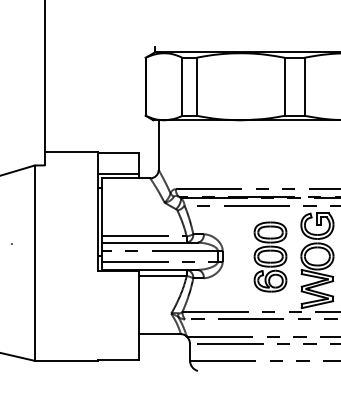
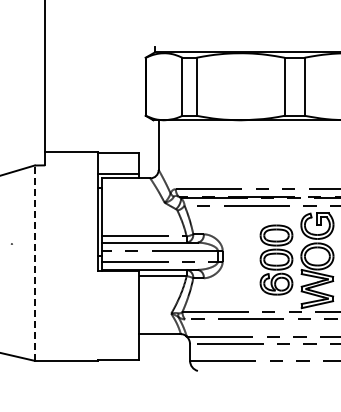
part at (270, 256) position: (270, 256) -> (276, 259)
line at (34, 263): solid -> dashed
